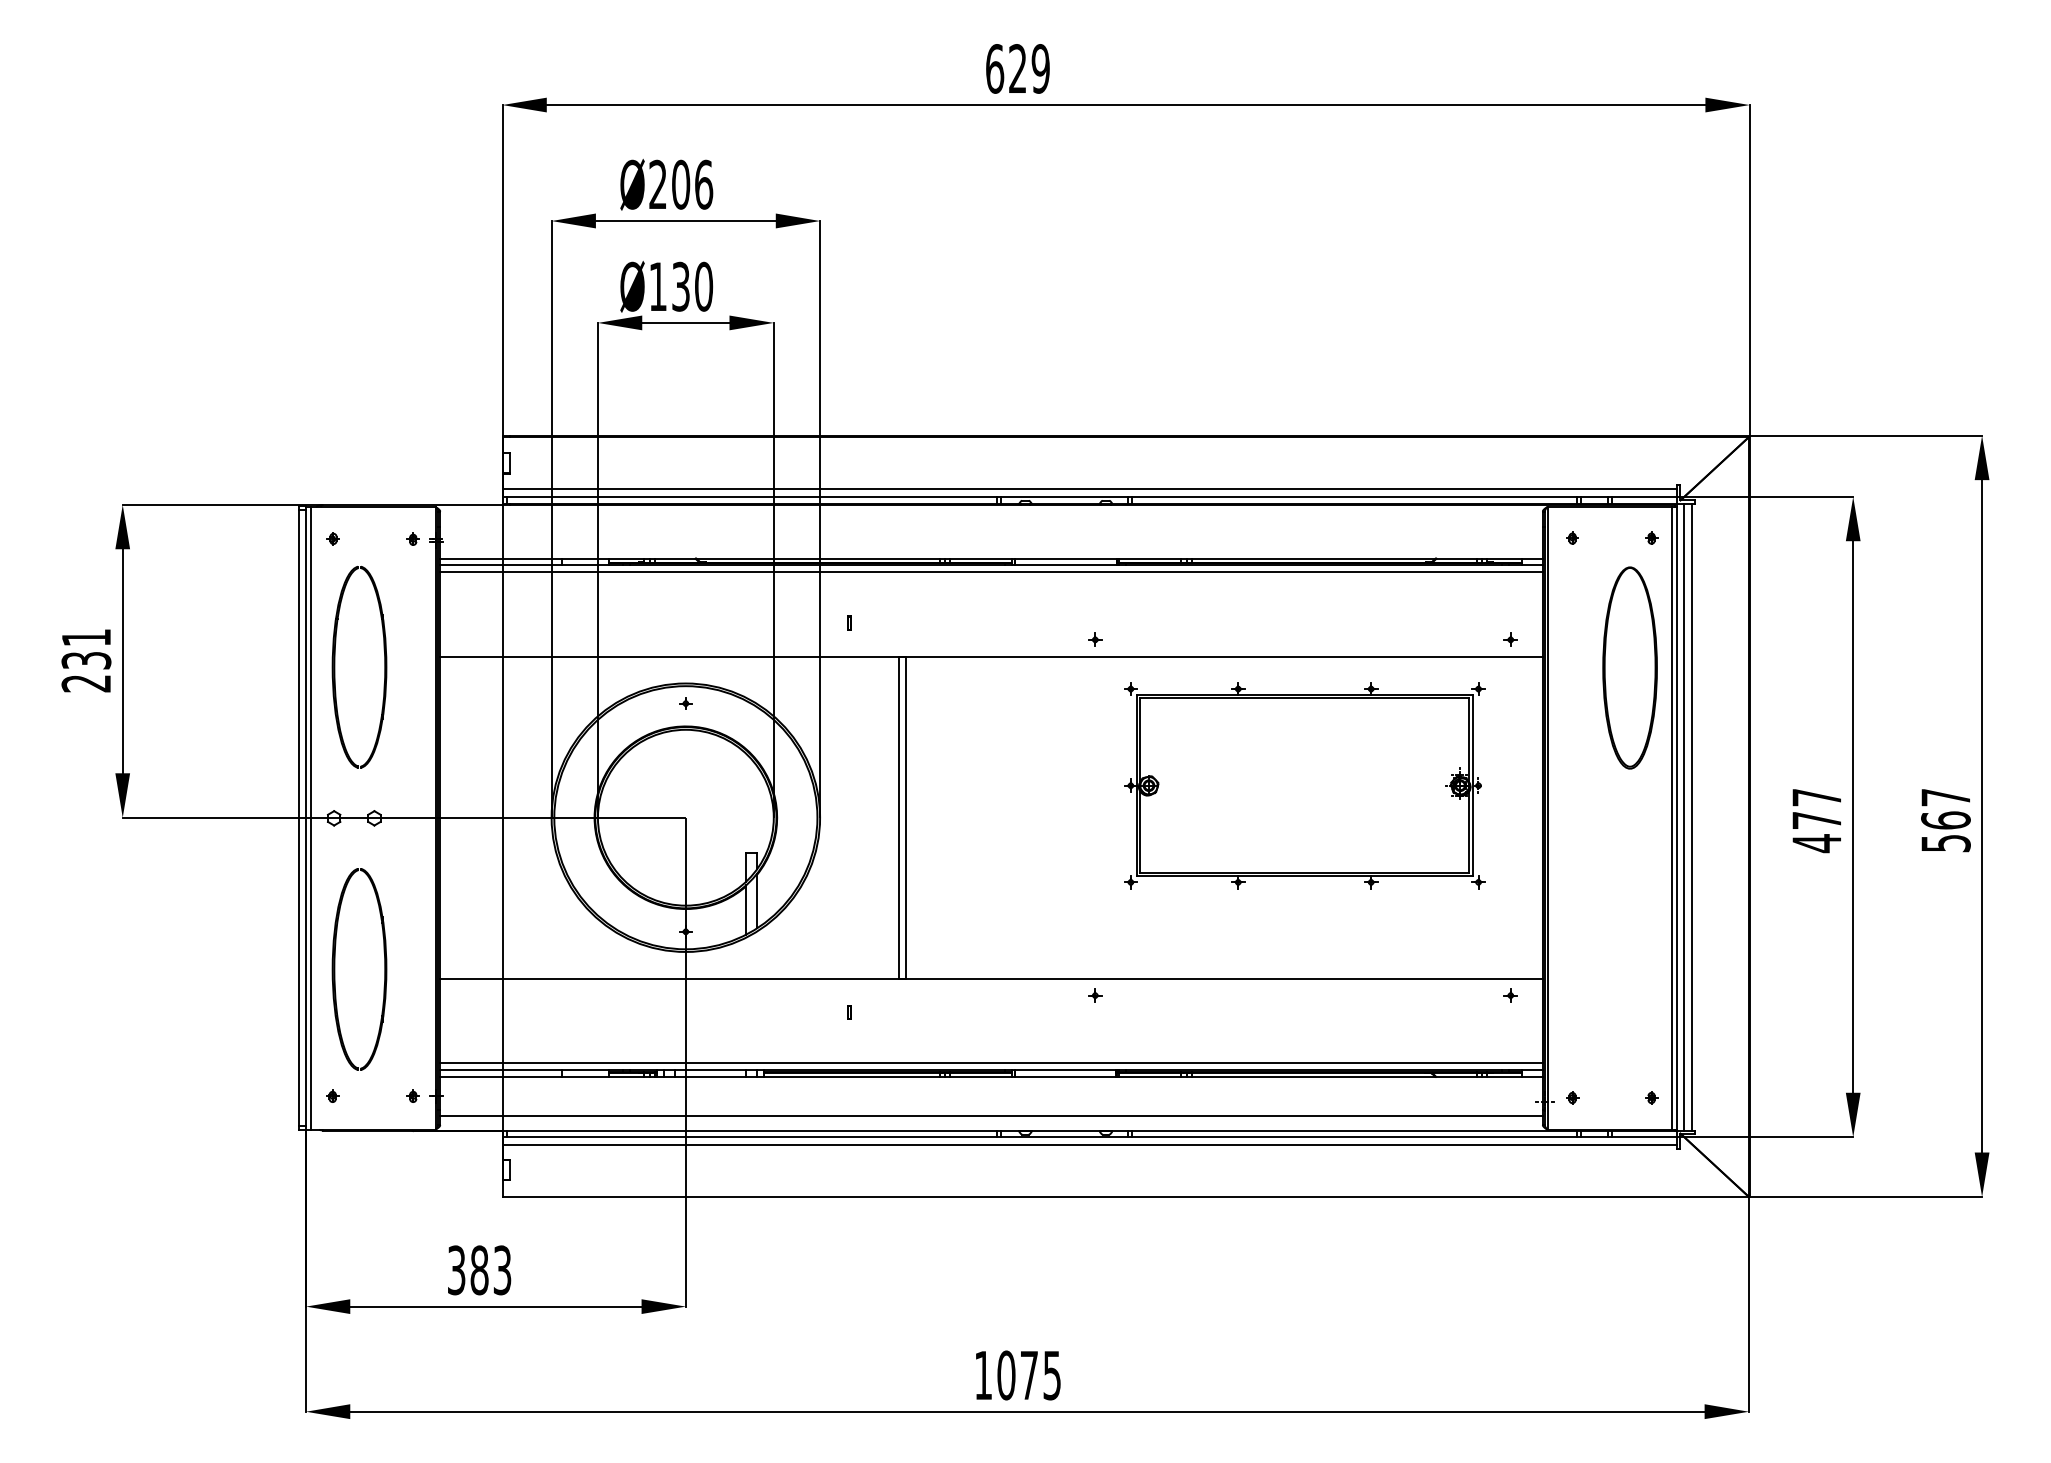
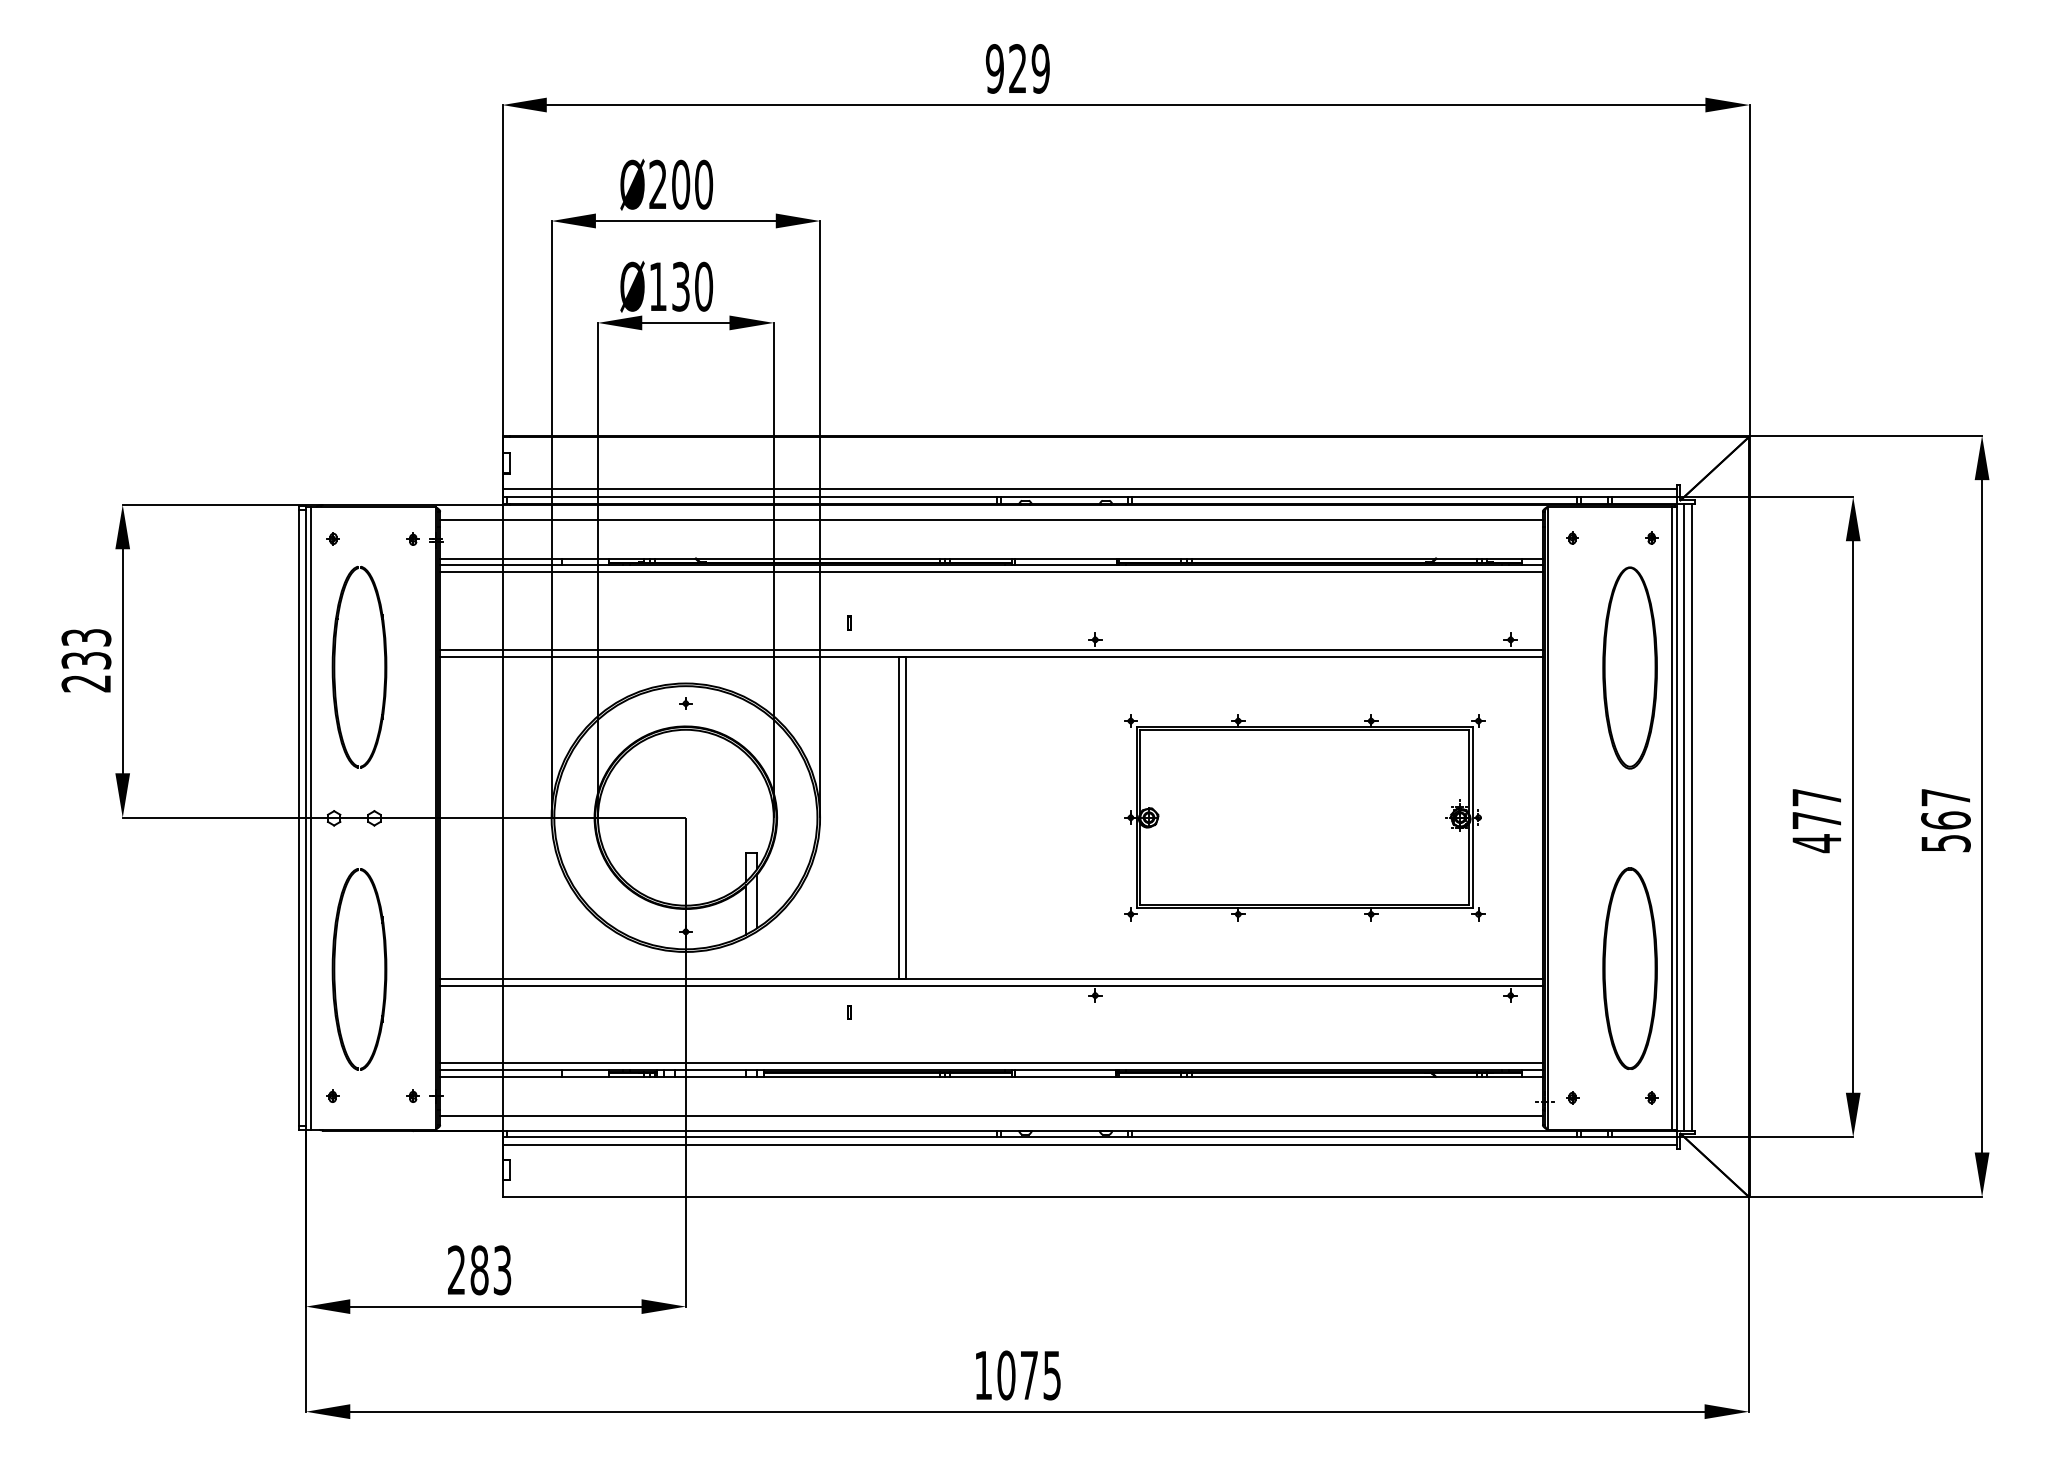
text at (994, 68): 629 -> 929
text at (704, 184): Ø206 -> Ø200
line at (991, 519): none -> present
text at (86, 637): 231 -> 233
line at (991, 649): none -> present
part at (1304, 785) position: (1304, 785) -> (1304, 817)
part at (1629, 968): none -> present
line at (991, 985): none -> present
text at (456, 1270): 383 -> 283
